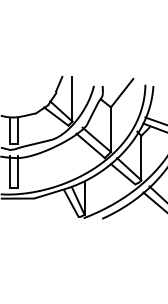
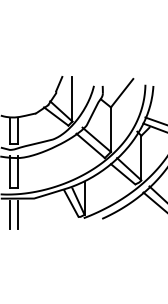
line at (9, 214): none -> present
line at (17, 214): none -> present
